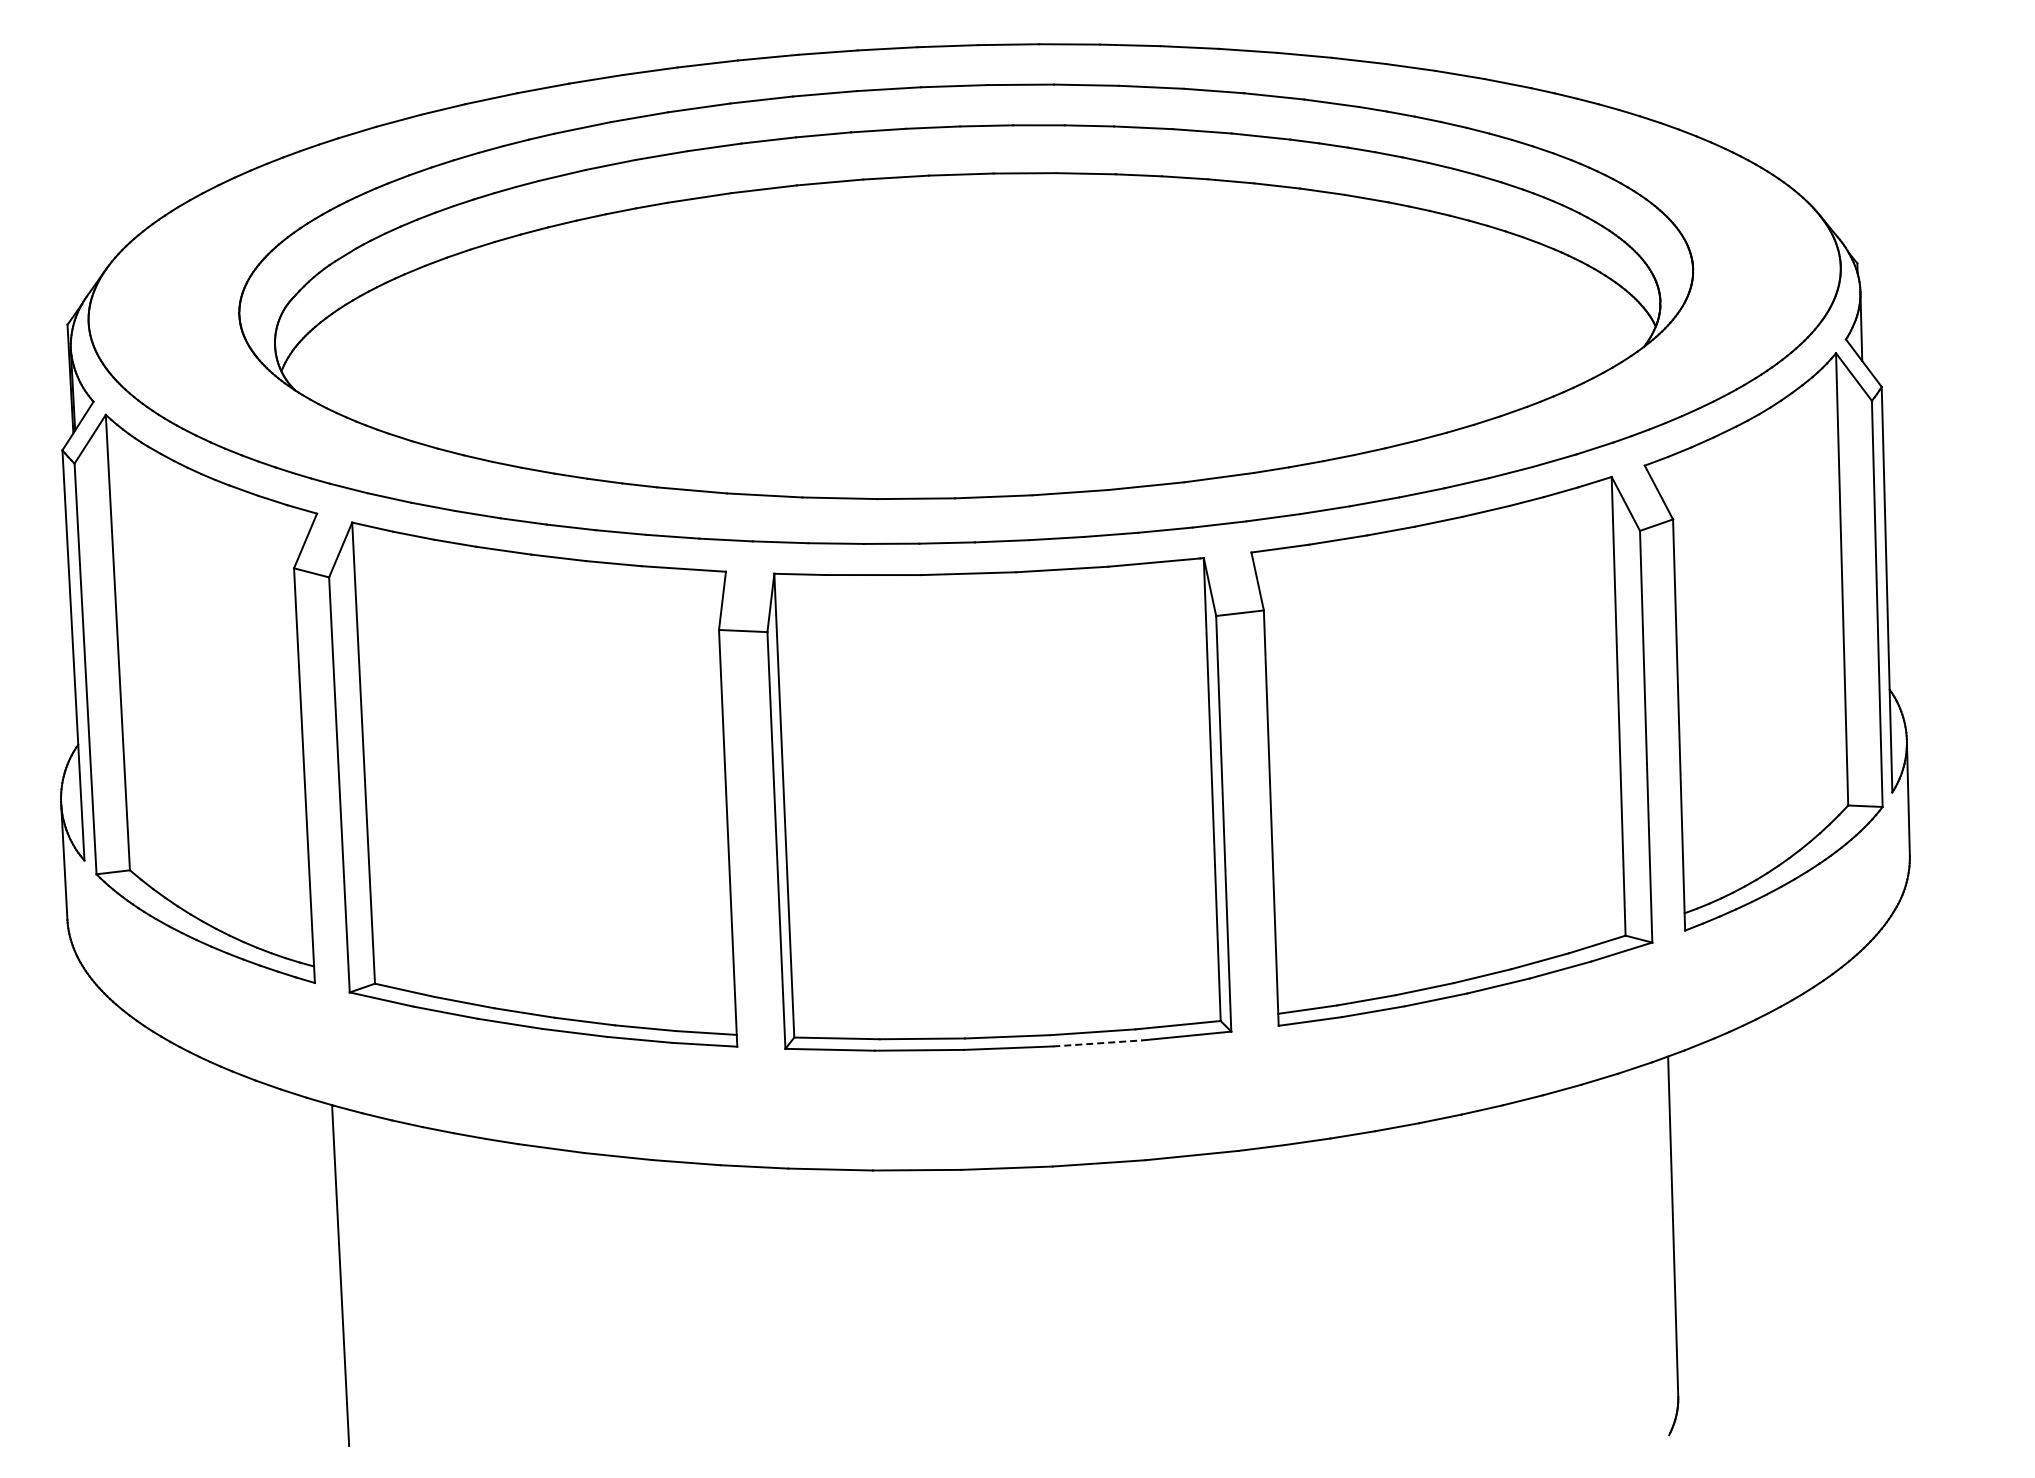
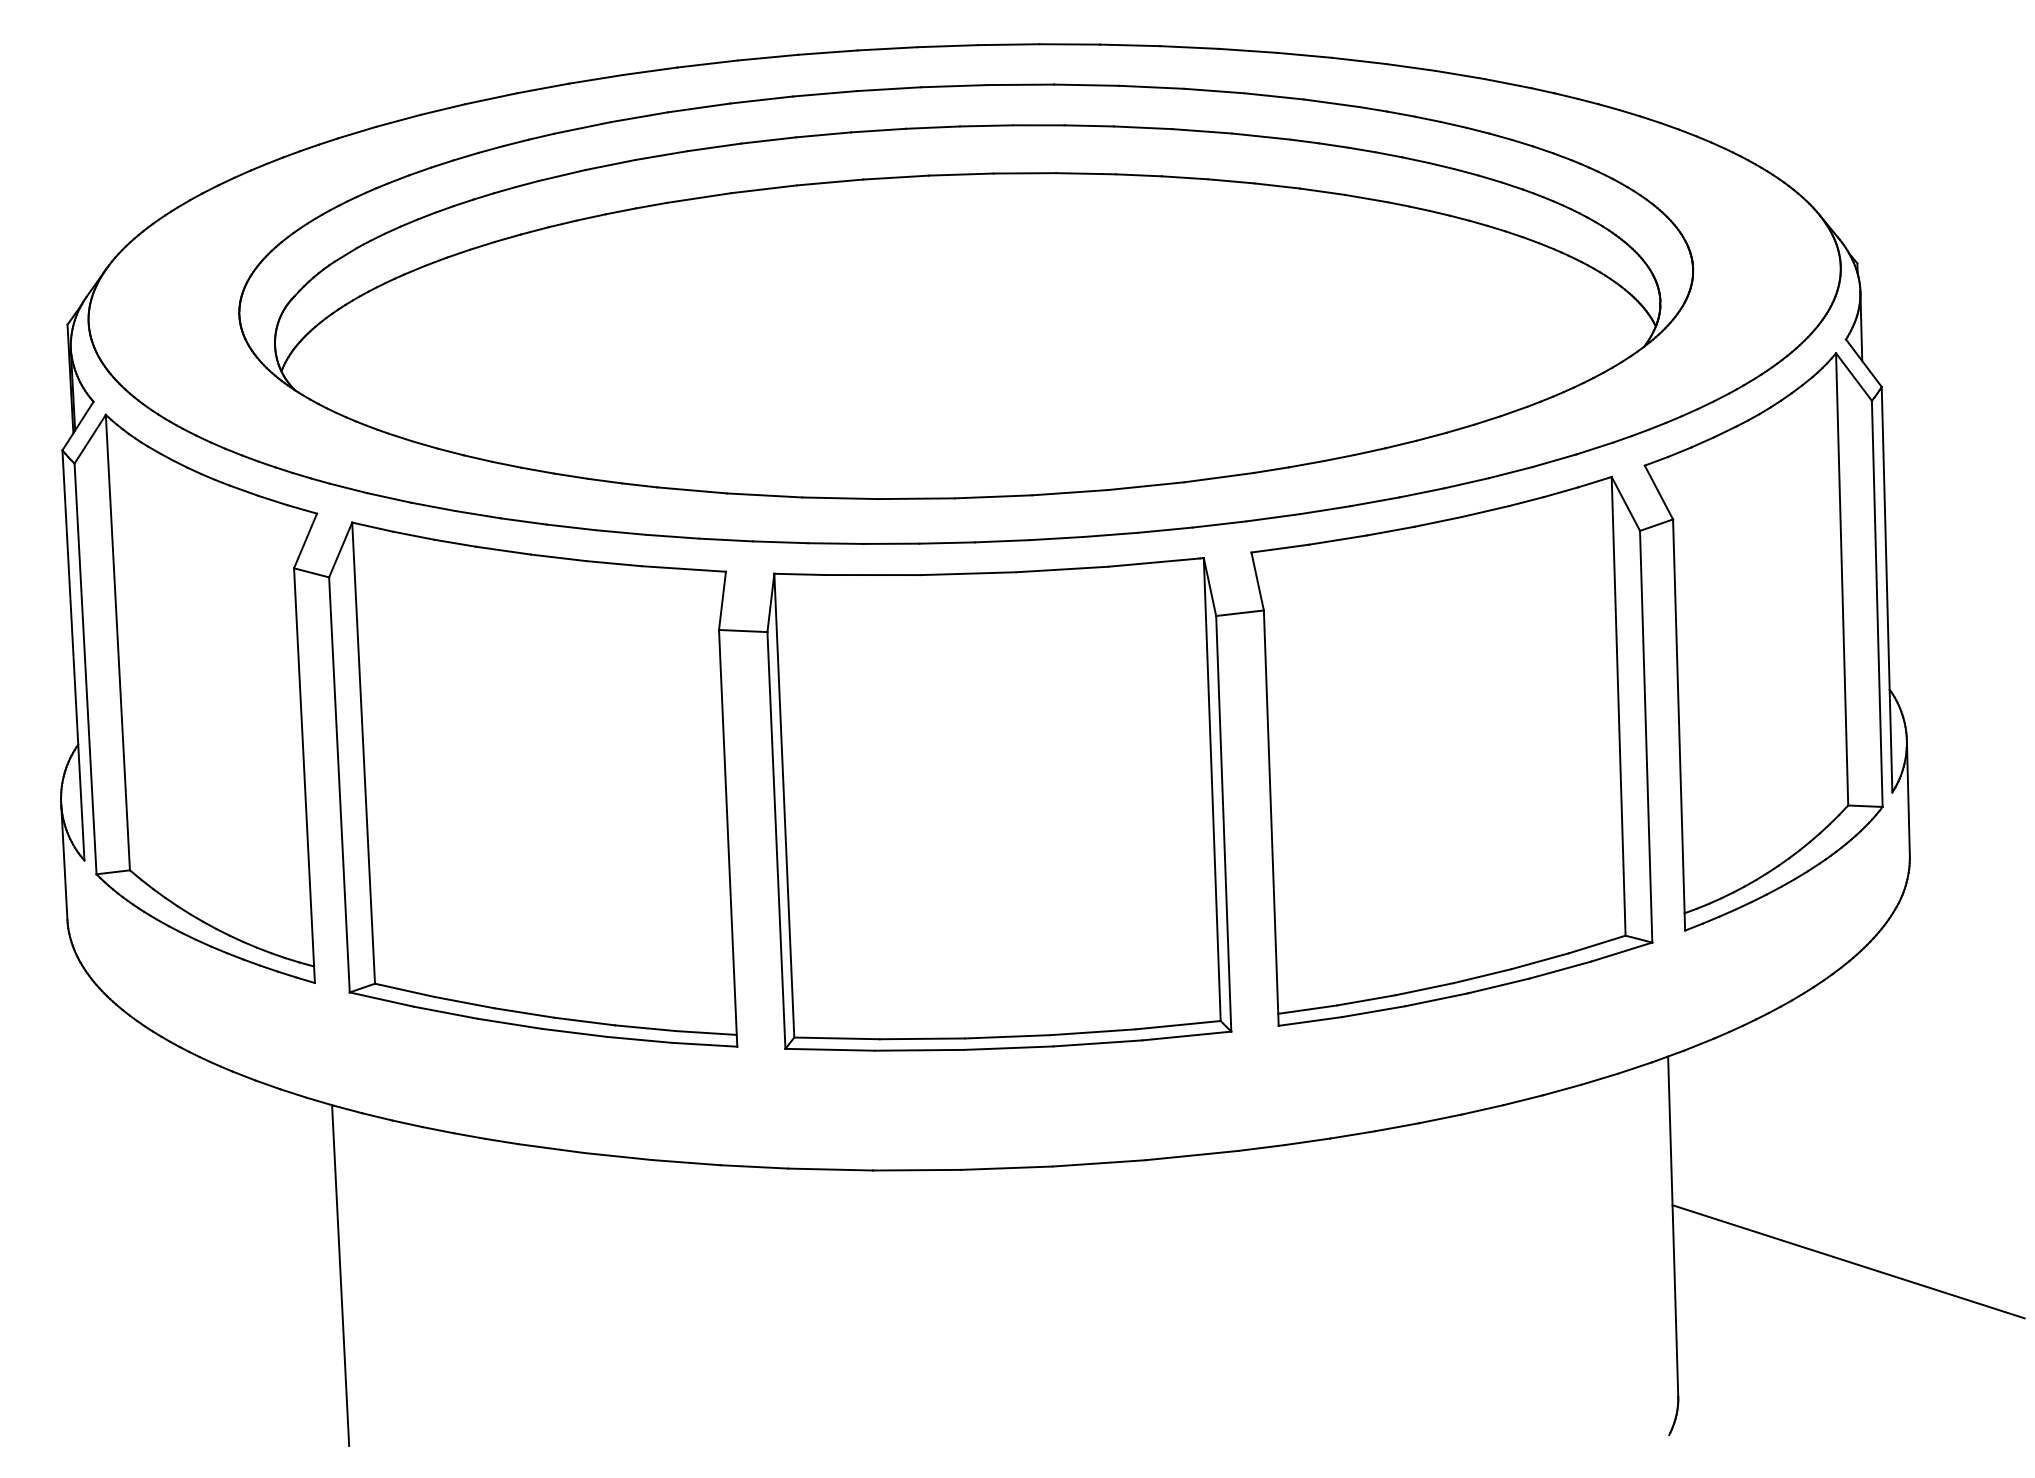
line at (1097, 1043): dashed -> solid
line at (1848, 1261): none -> present
